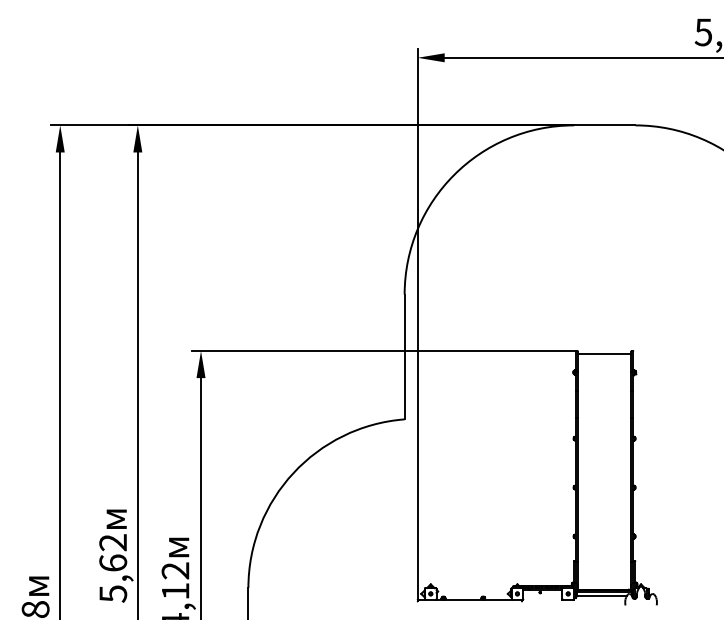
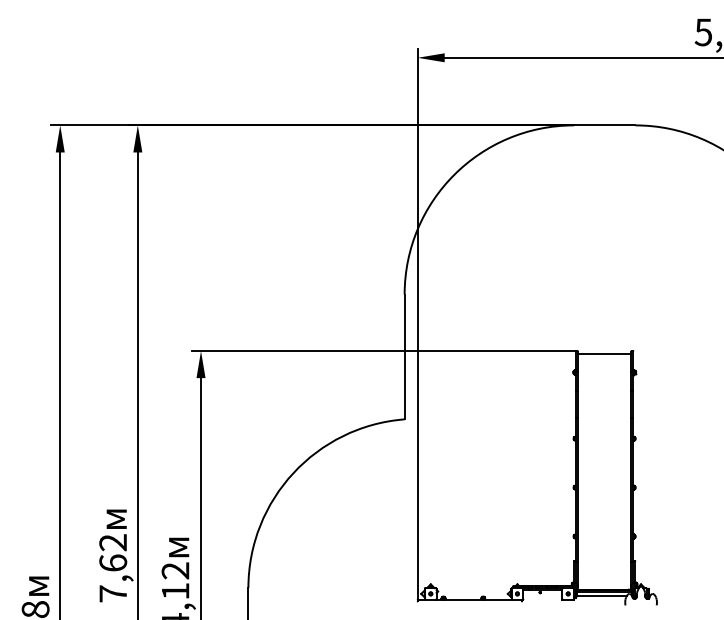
text at (113, 593): 5,62 -> 7,62
